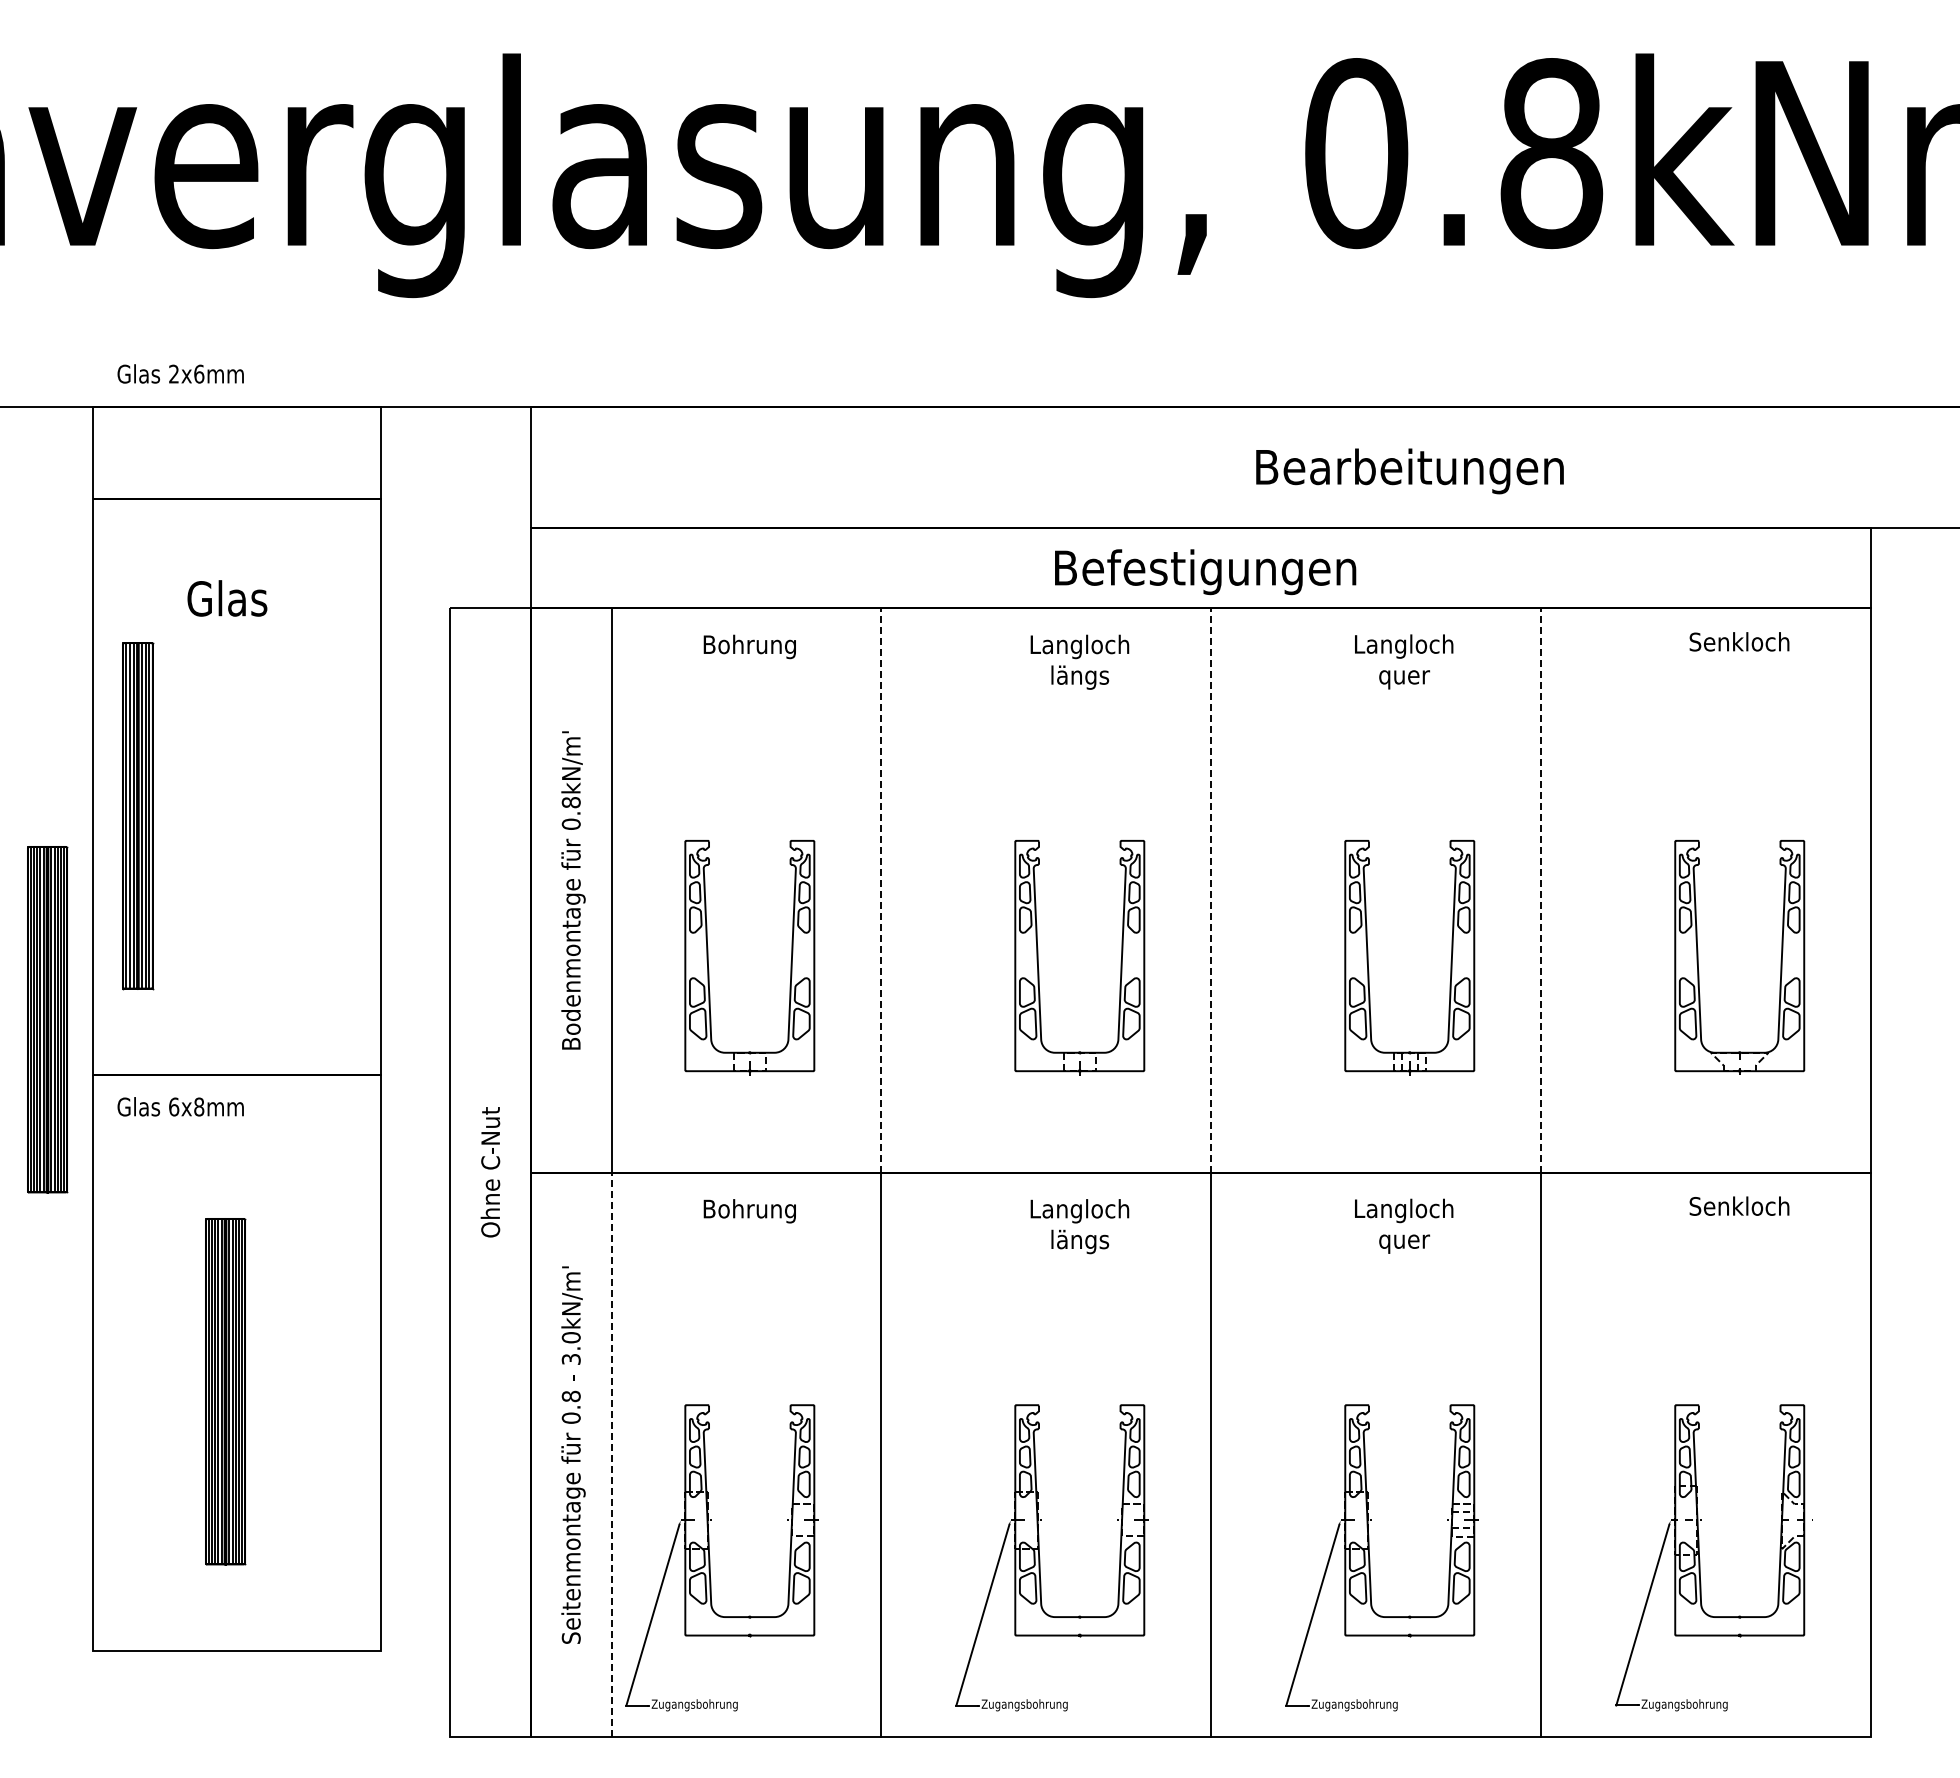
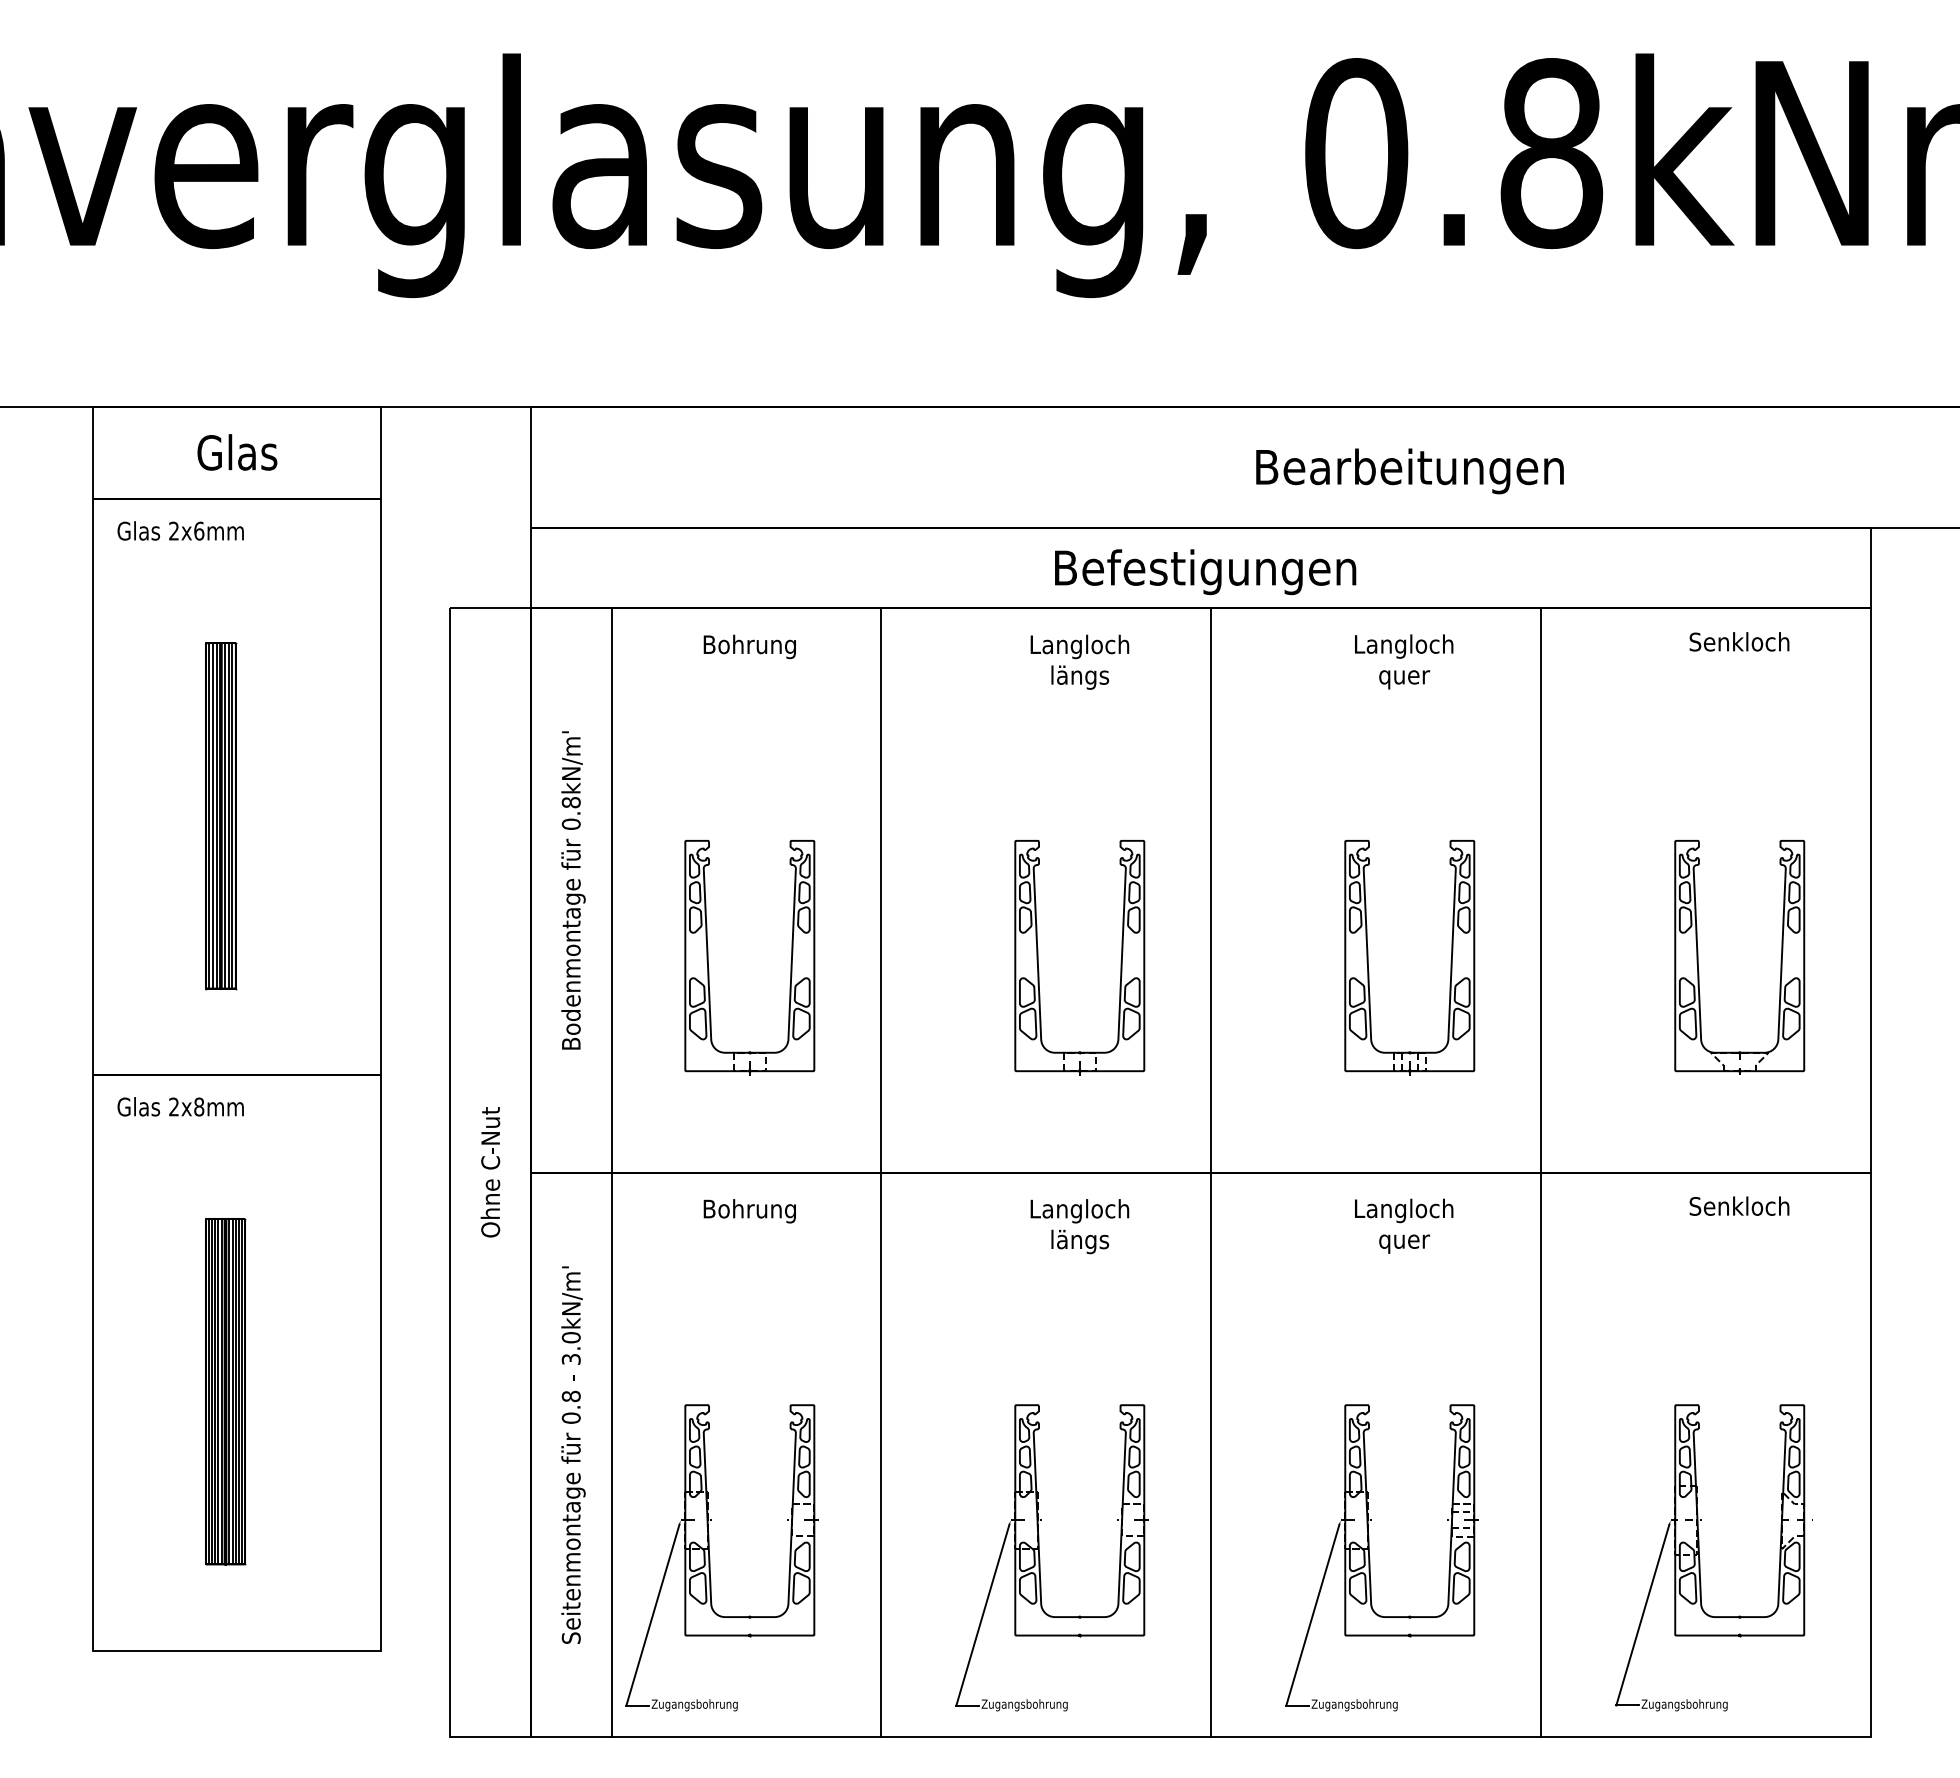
text at (180, 373) position: (180, 373) -> (180, 530)
text at (227, 598) position: (227, 598) -> (237, 452)
part at (138, 816) position: (138, 816) -> (221, 816)
line at (881, 890): dashed -> solid
line at (1211, 890): dashed -> solid
line at (1541, 890): dashed -> solid
part at (47, 1019): present -> none
text at (174, 1106): 6x8mm -> 2x8mm
line at (611, 1454): dashed -> solid
